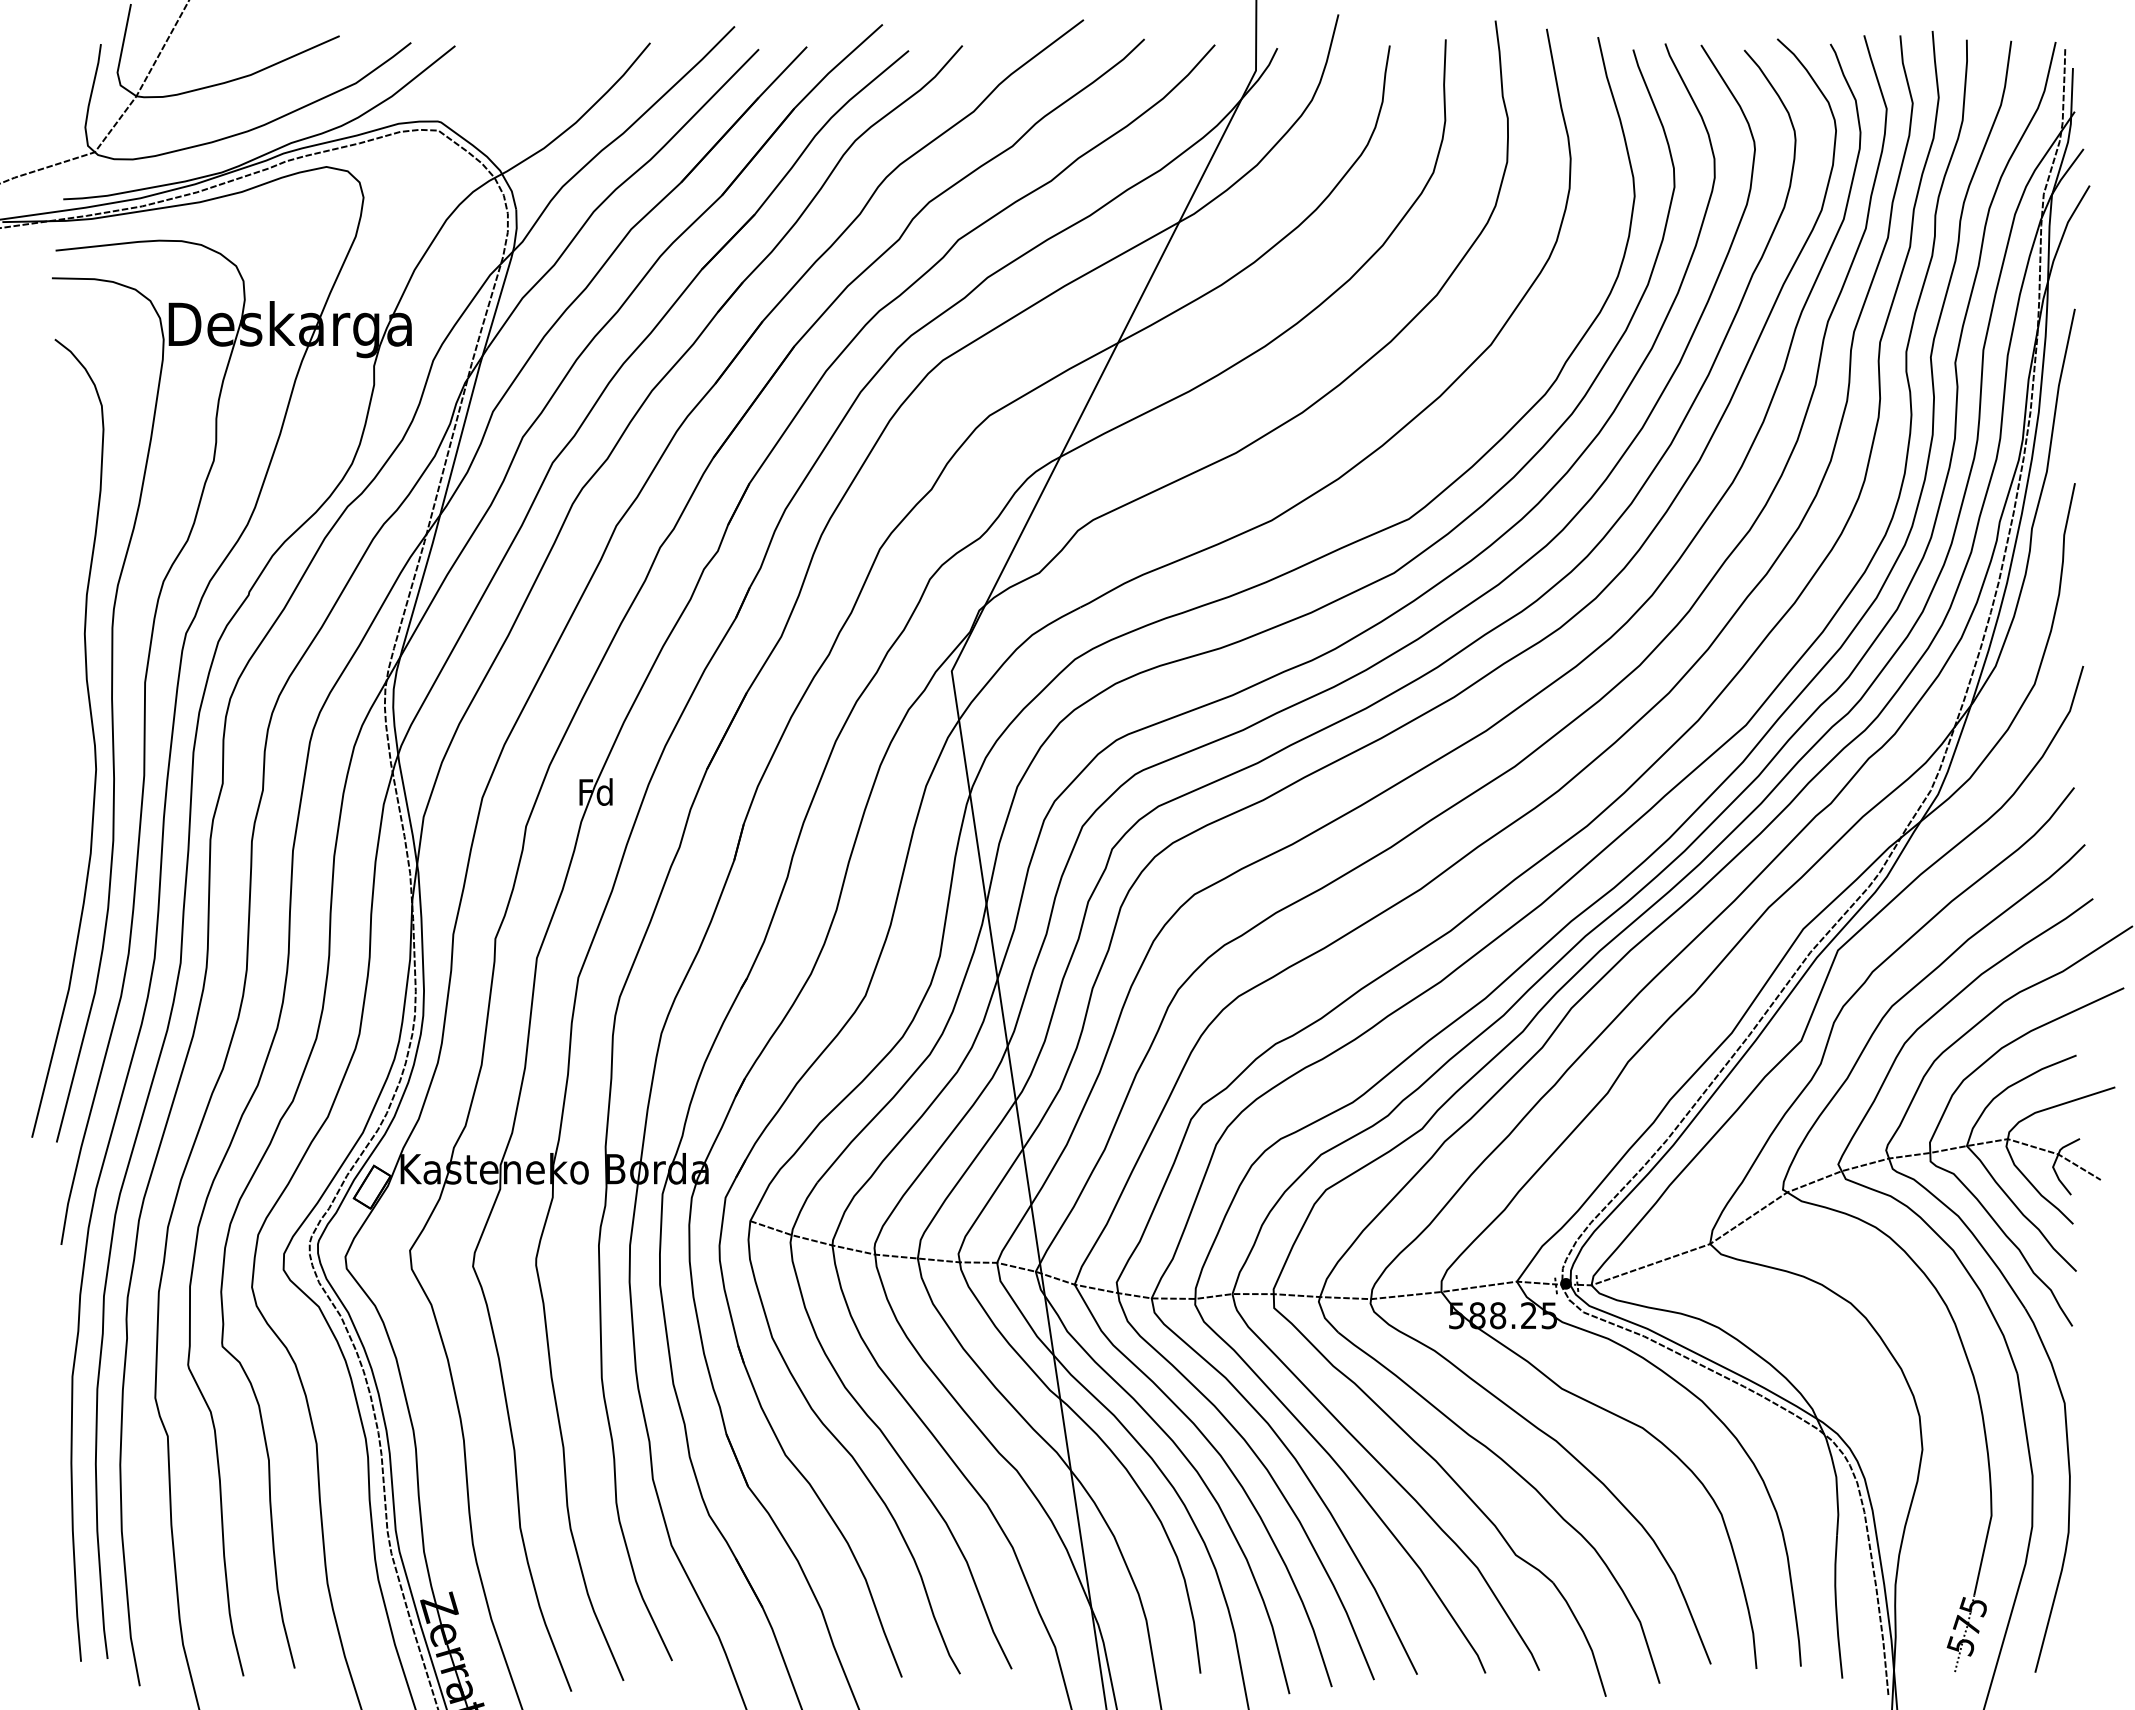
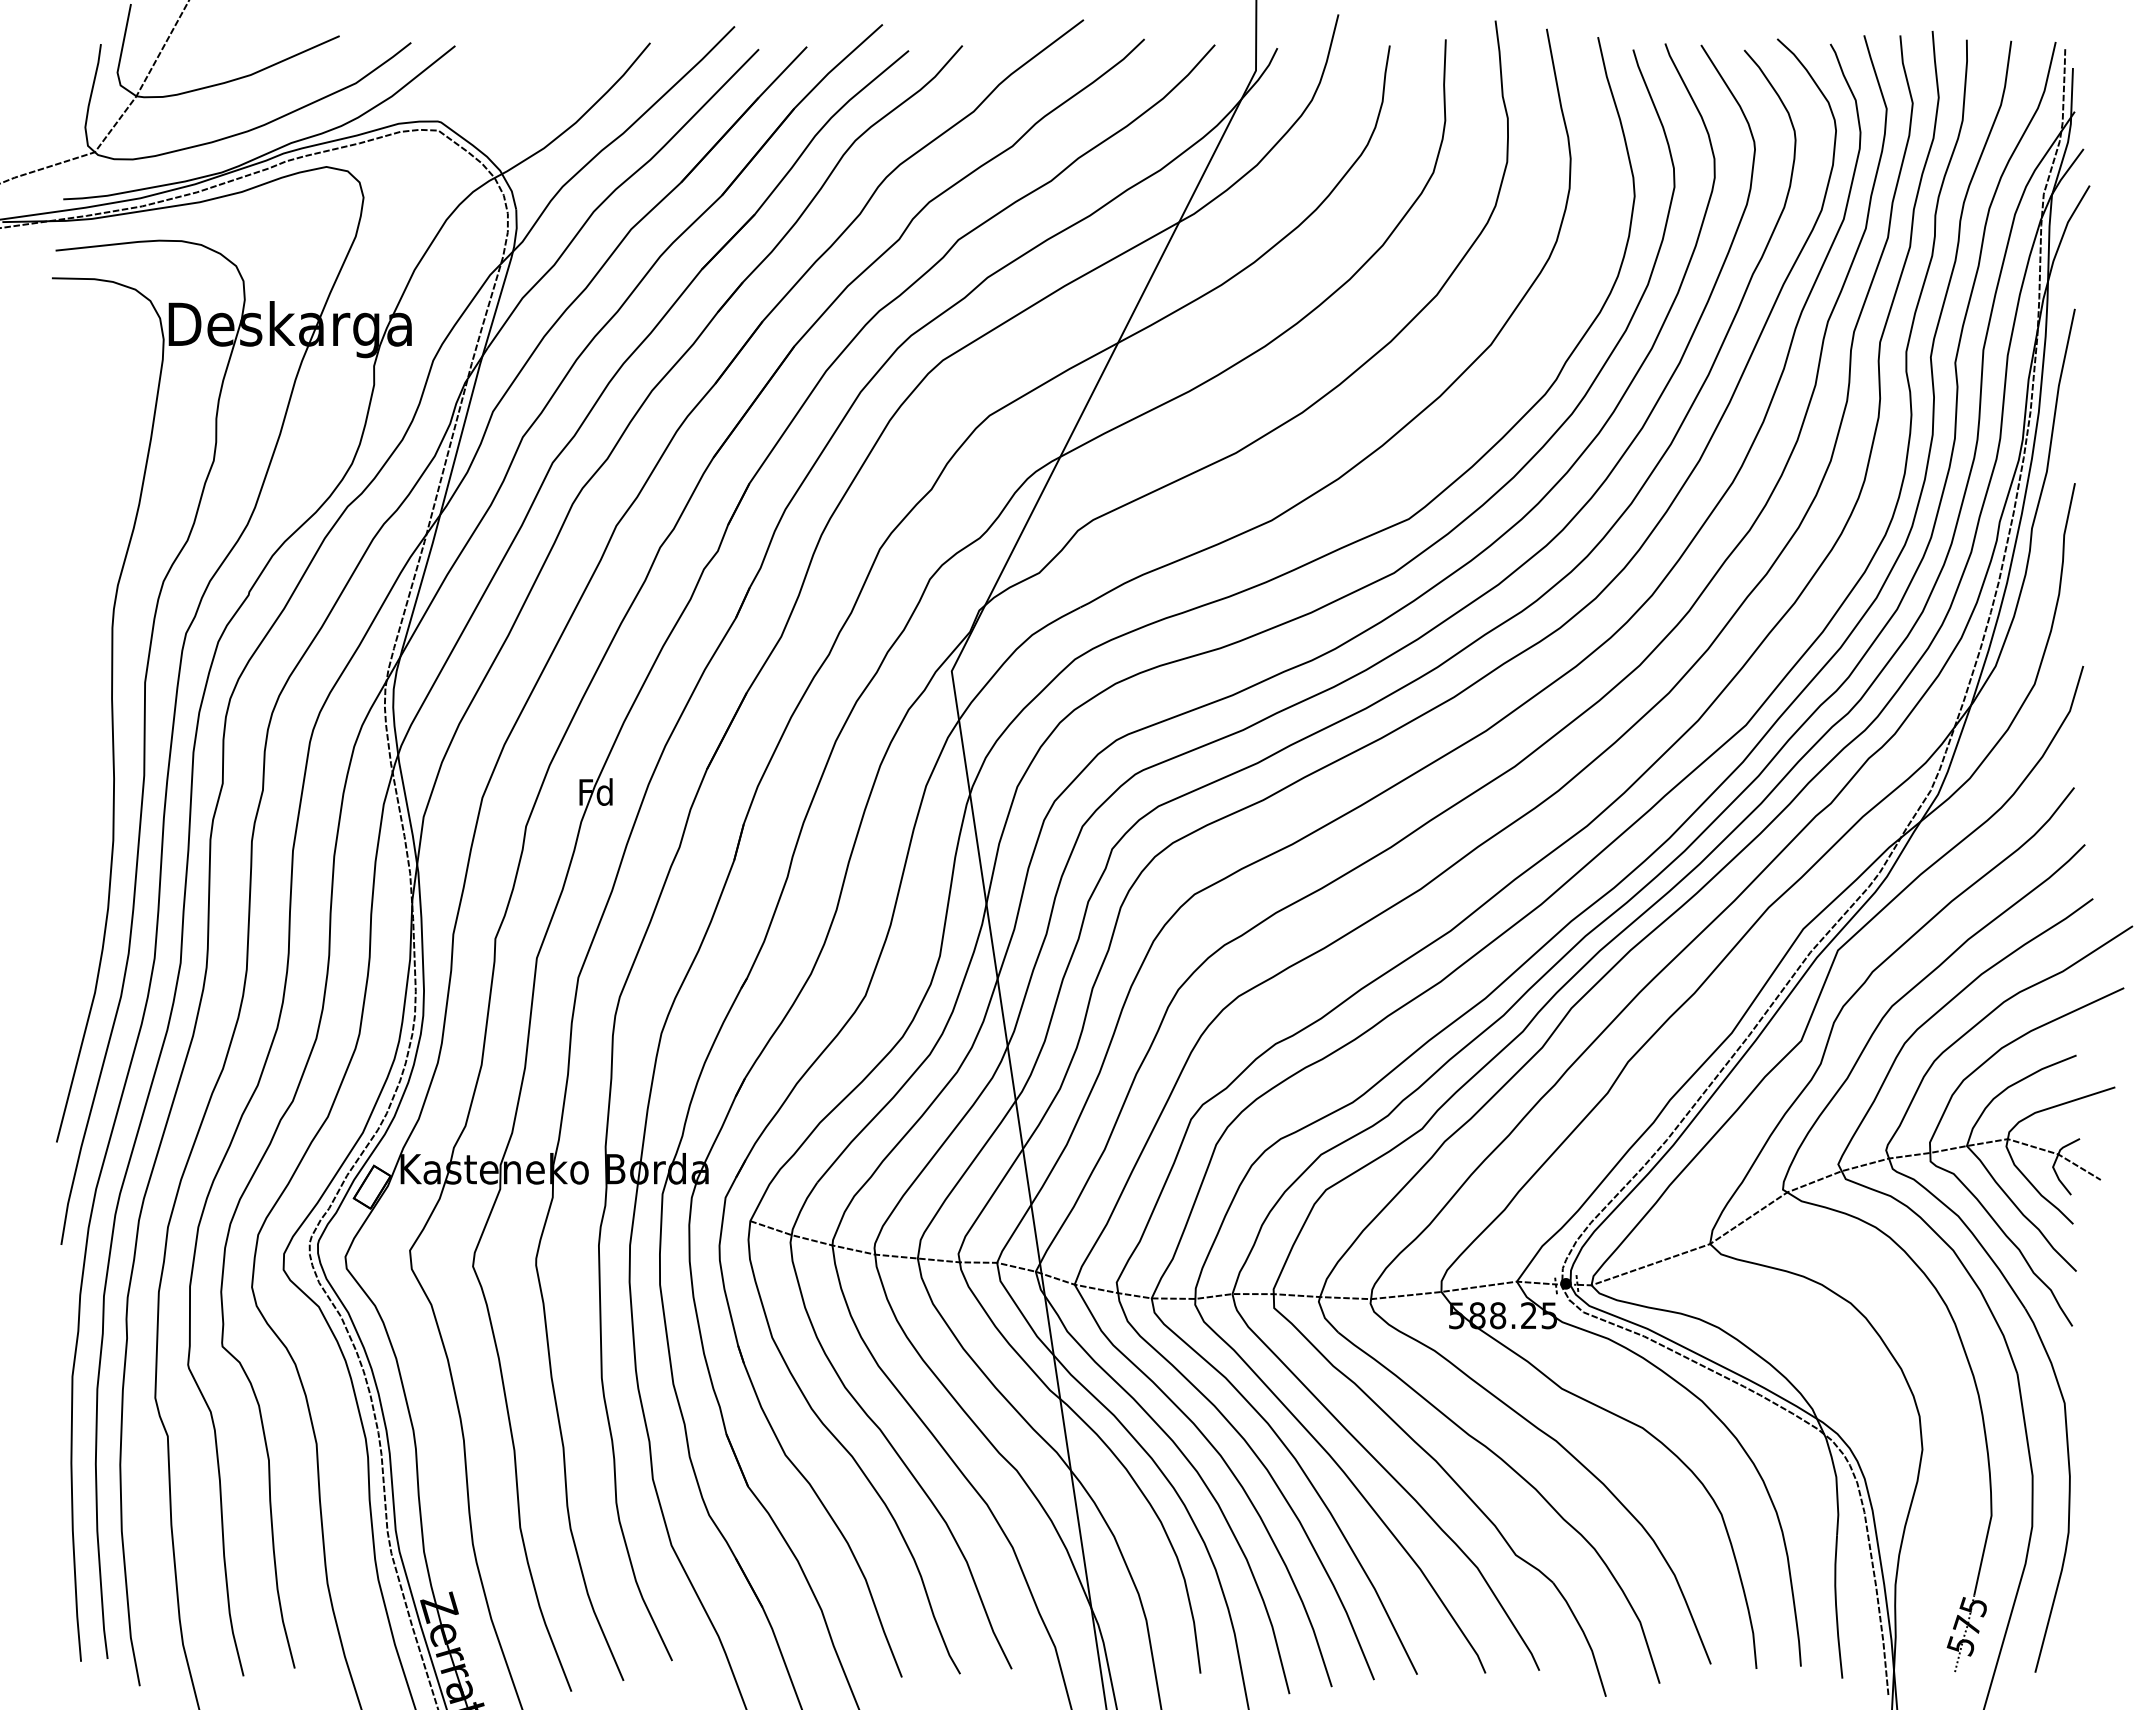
curve at (92, 735): present -> none
